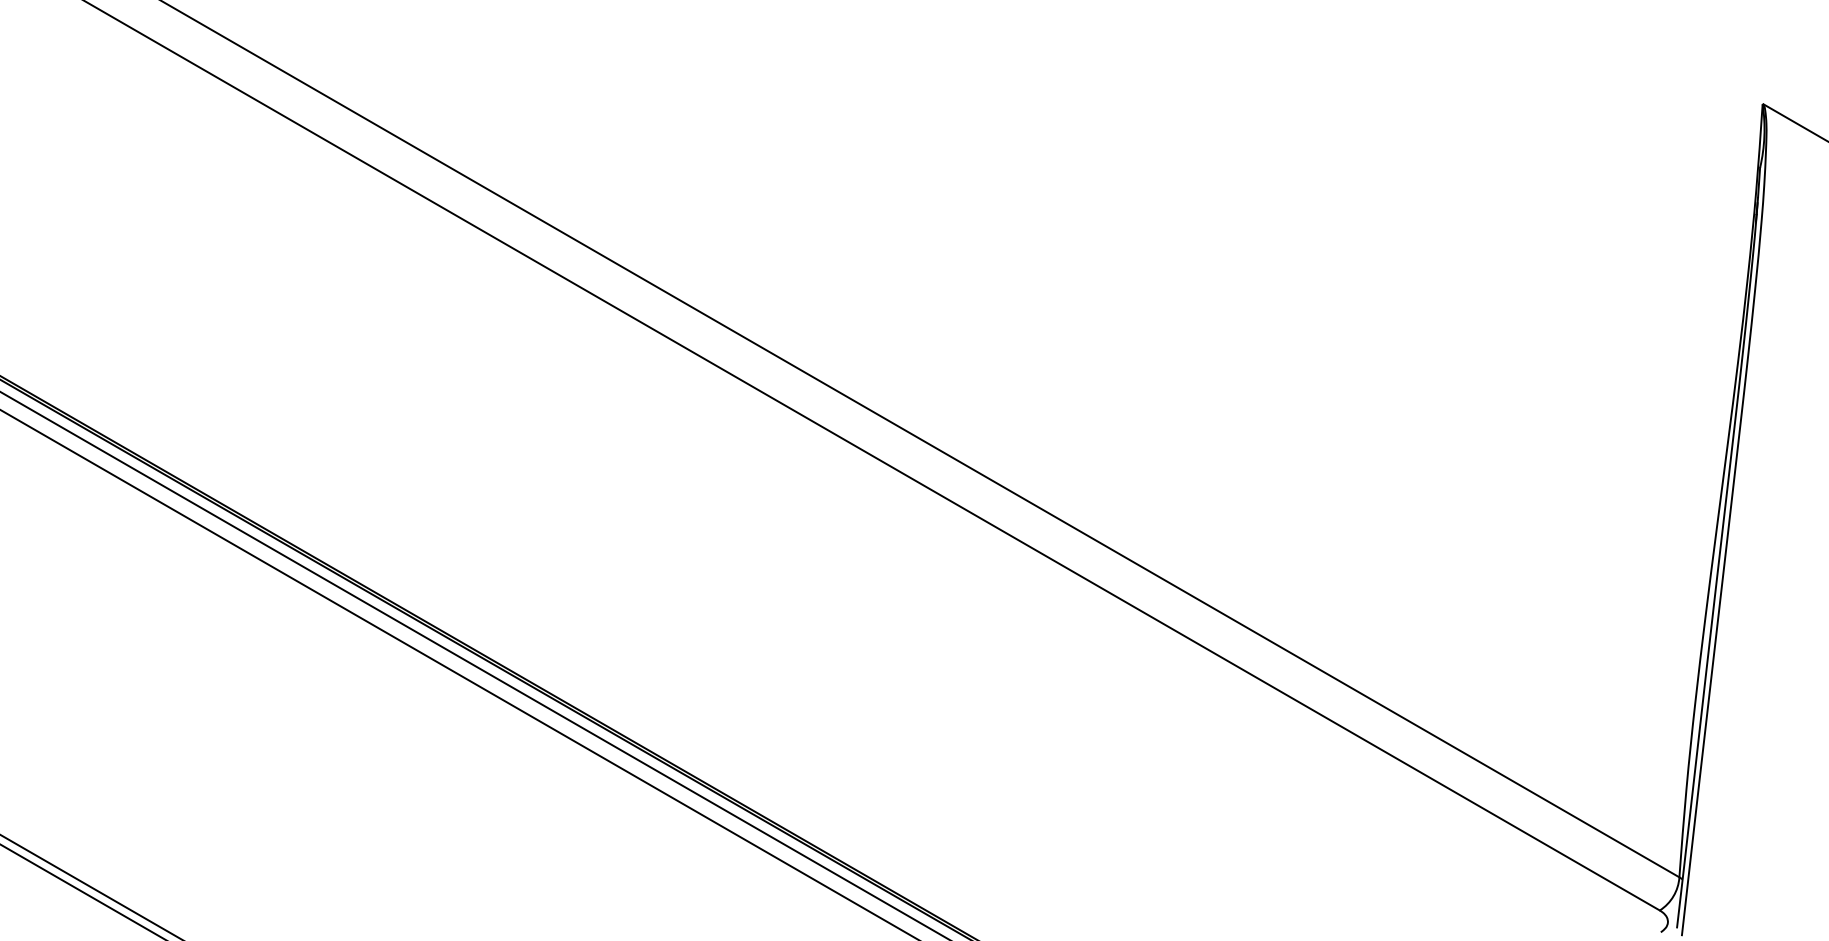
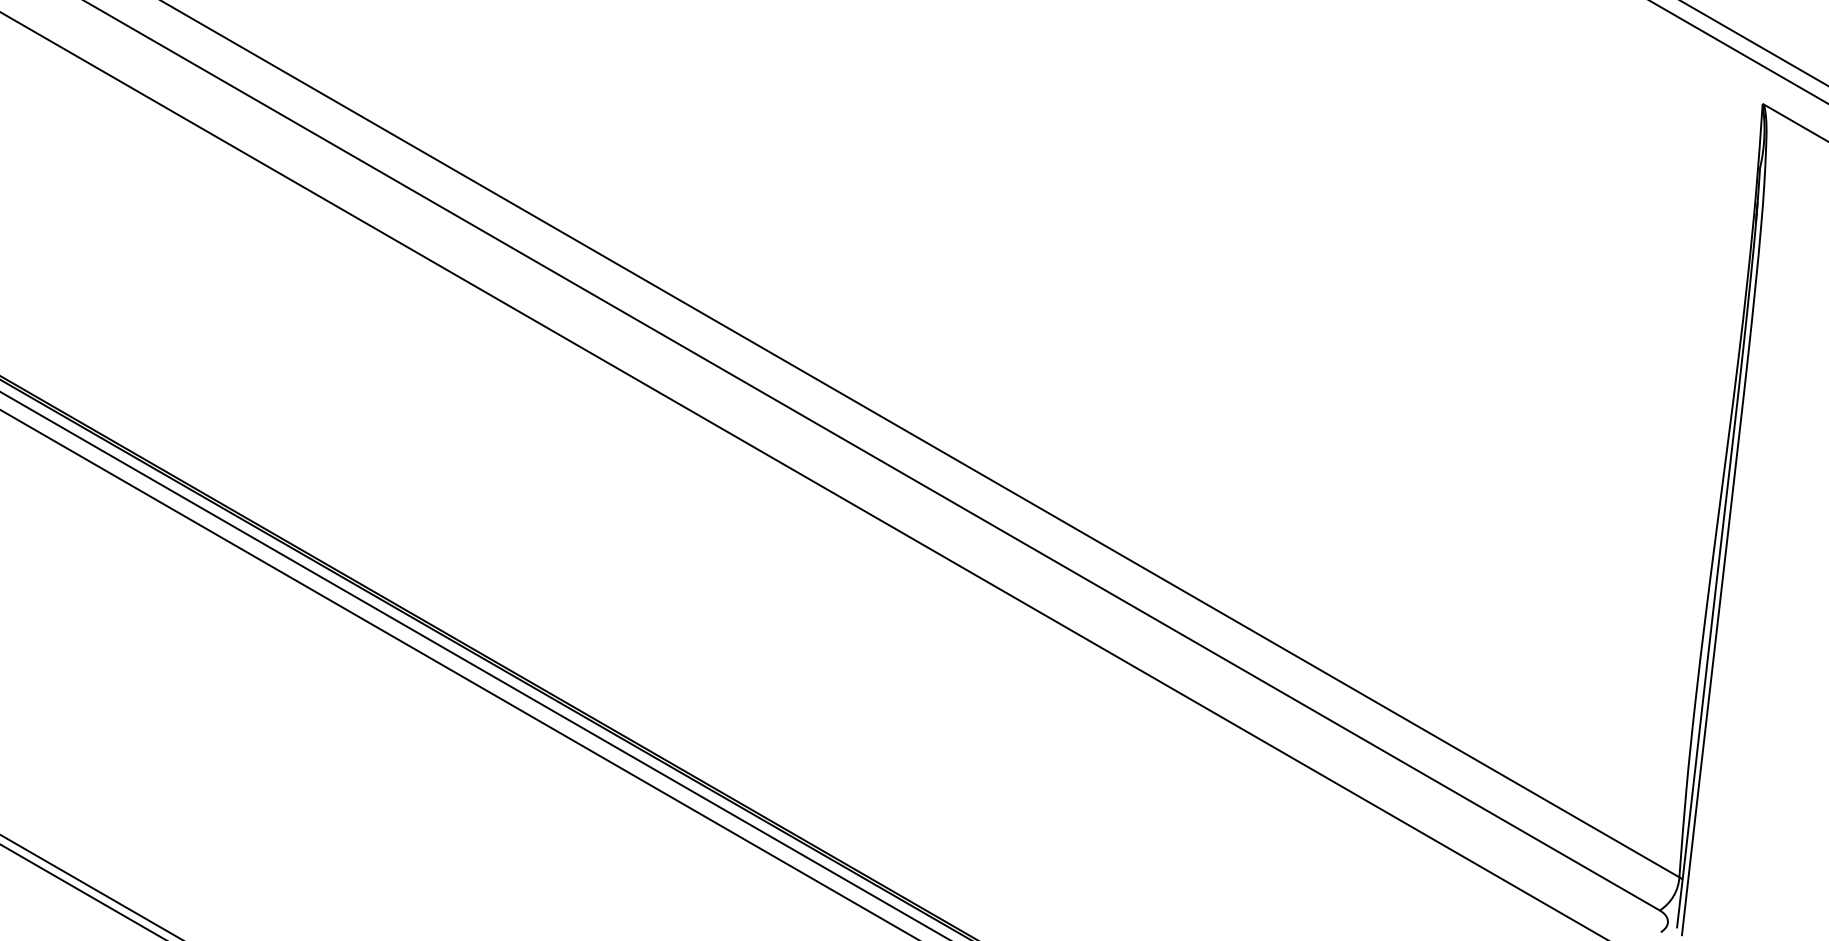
line at (1754, 43): none -> present
line at (1738, 52): none -> present
line at (802, 475): none -> present
